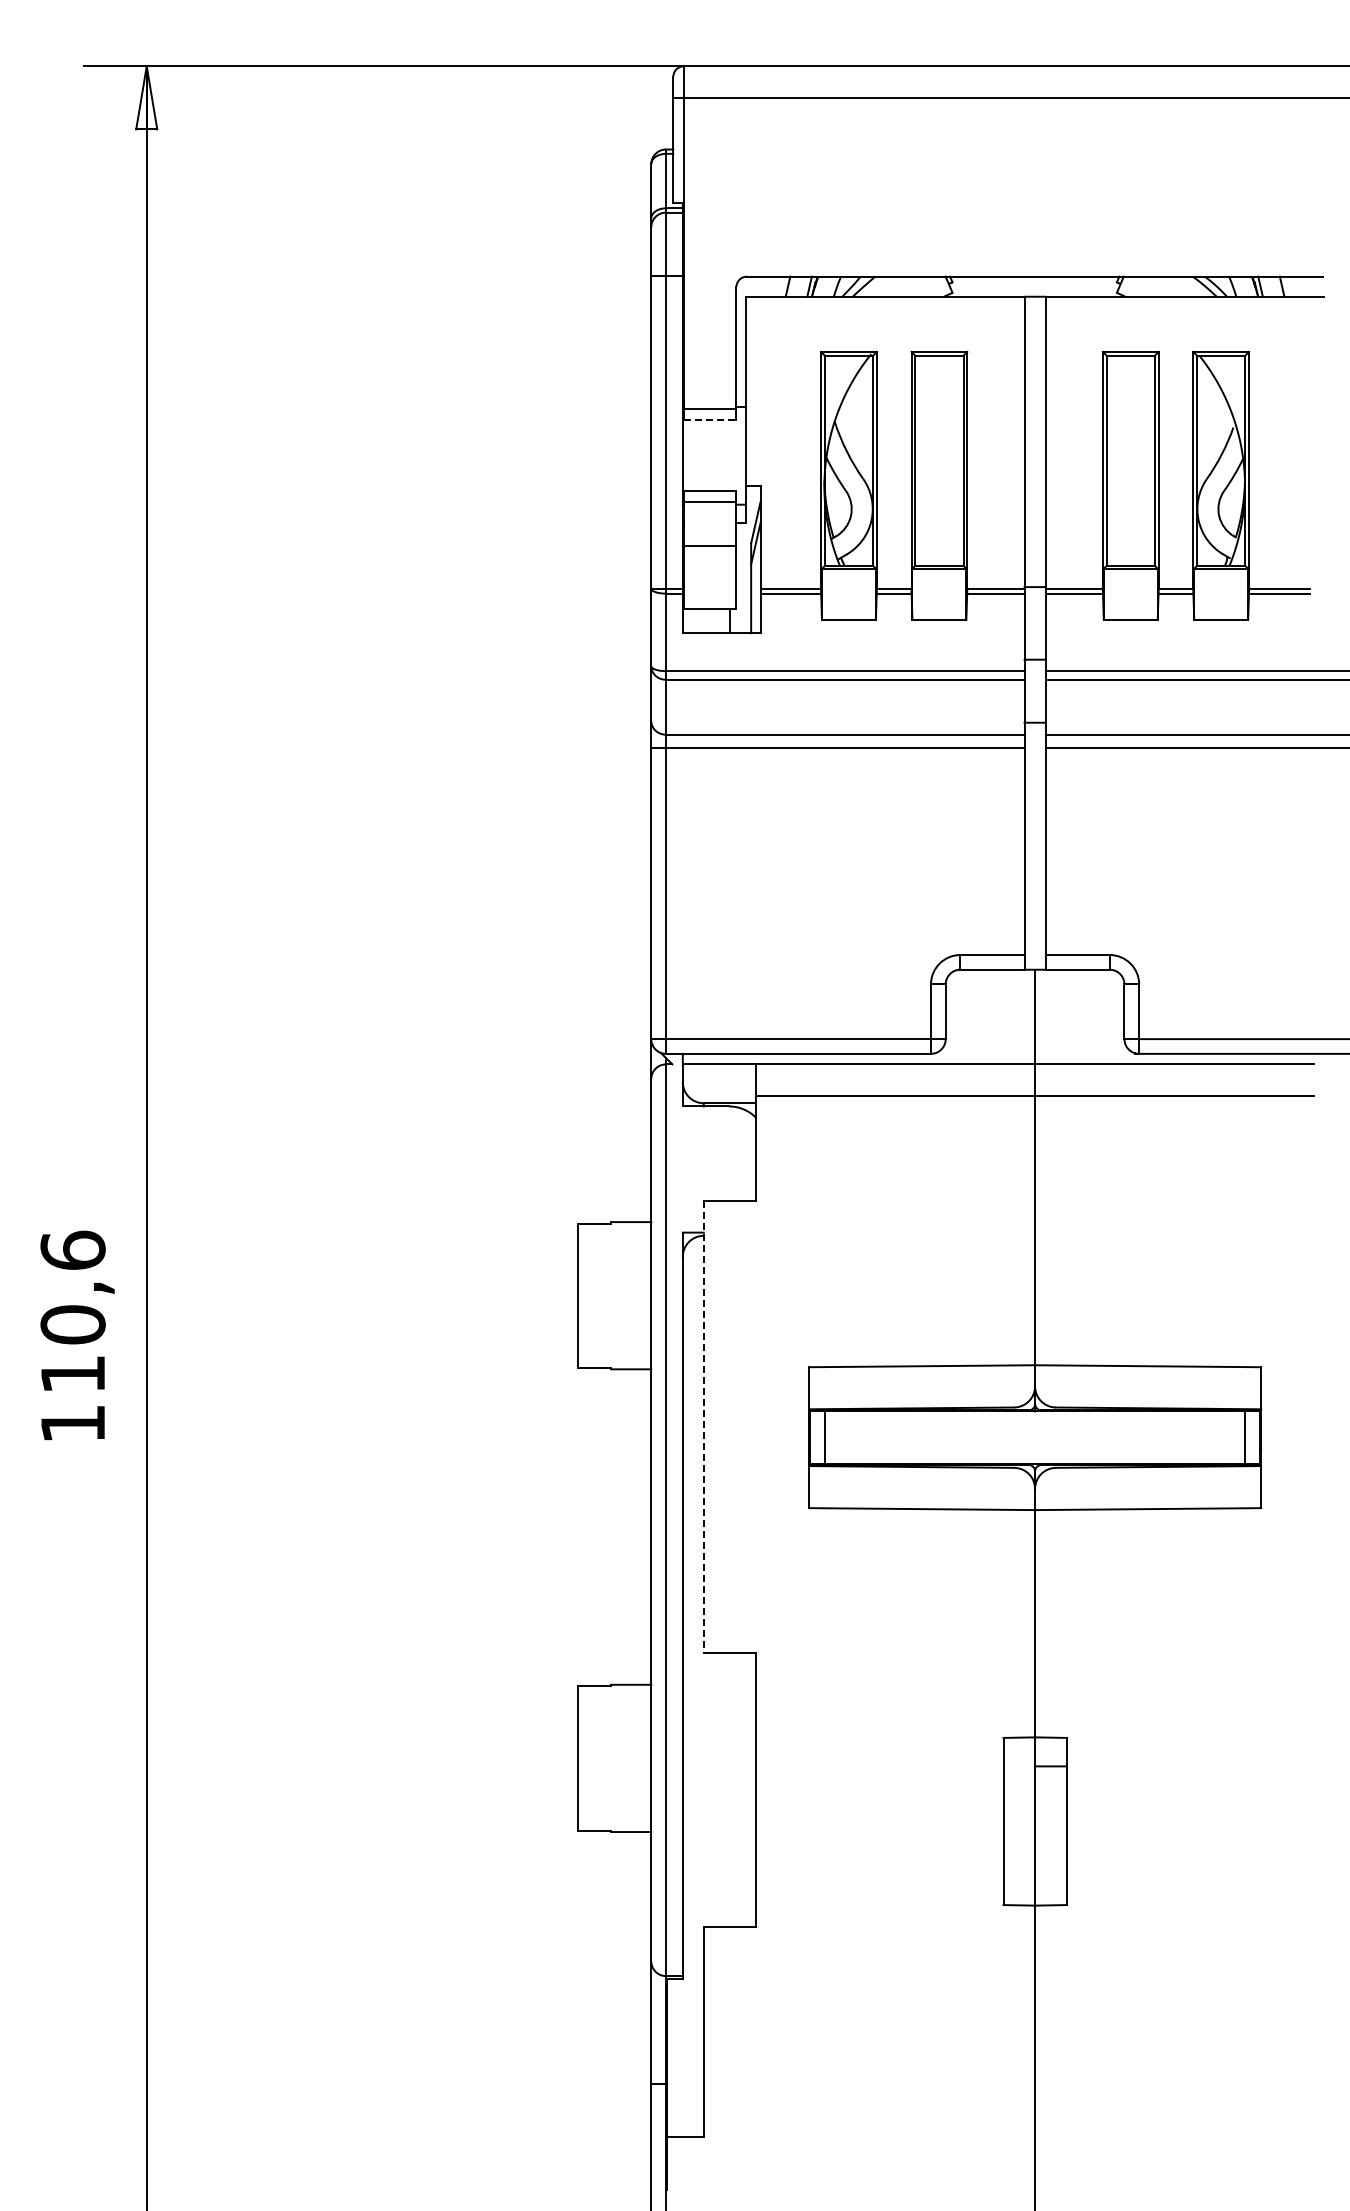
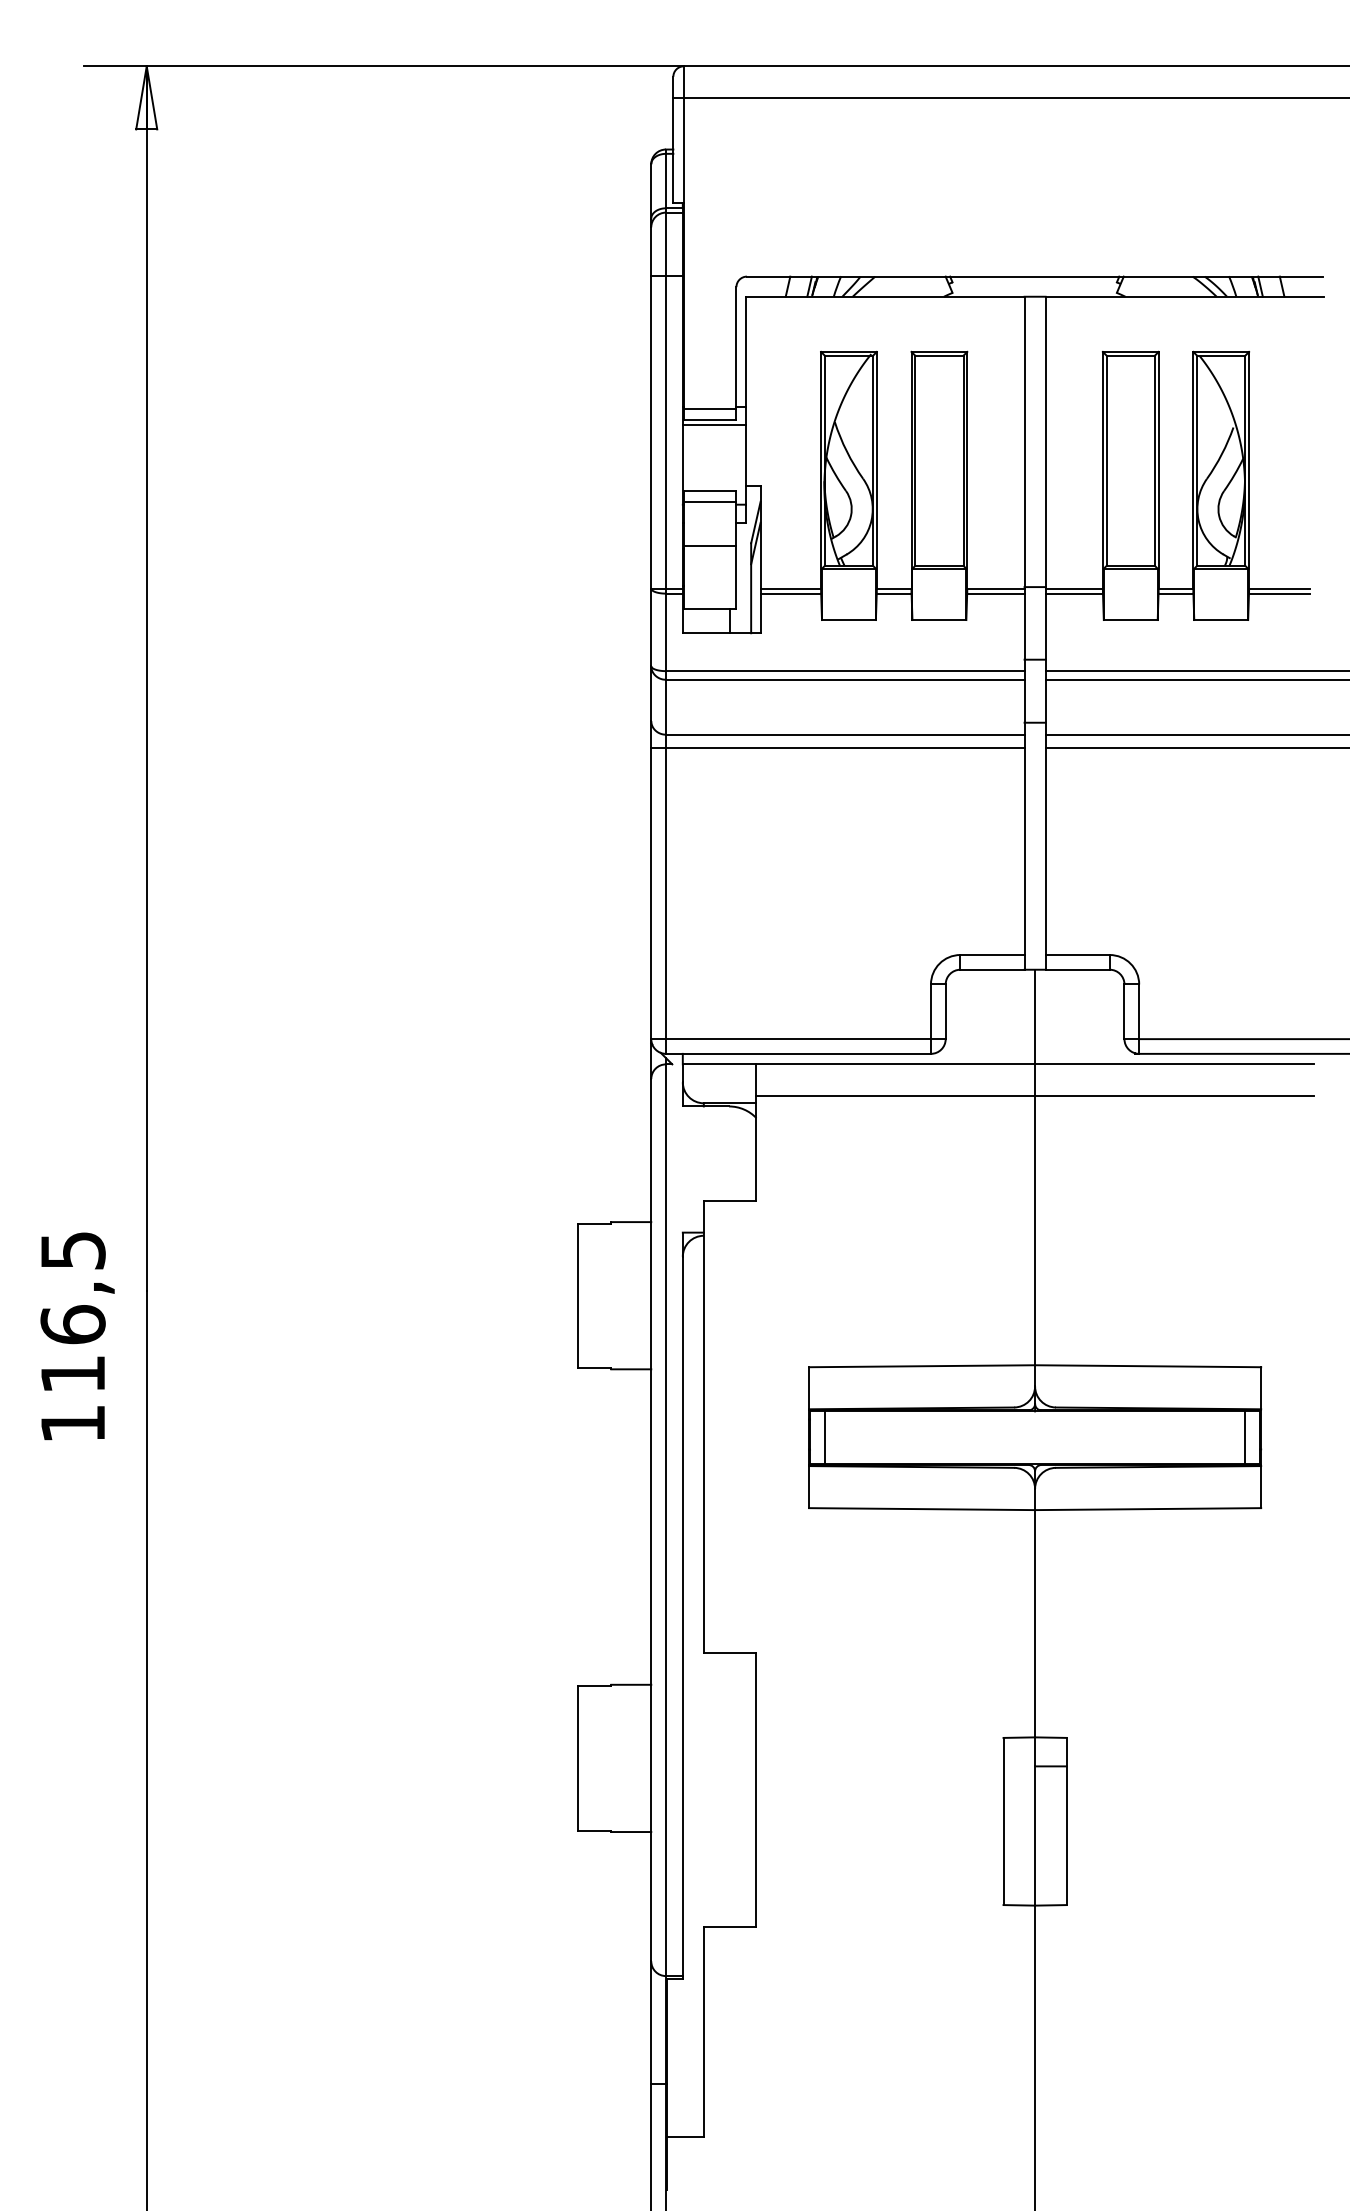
line at (710, 419): dashed -> solid
line at (713, 425): none -> present
text at (72, 1287): 110,6 -> 116,5
line at (703, 1427): dashed -> solid
